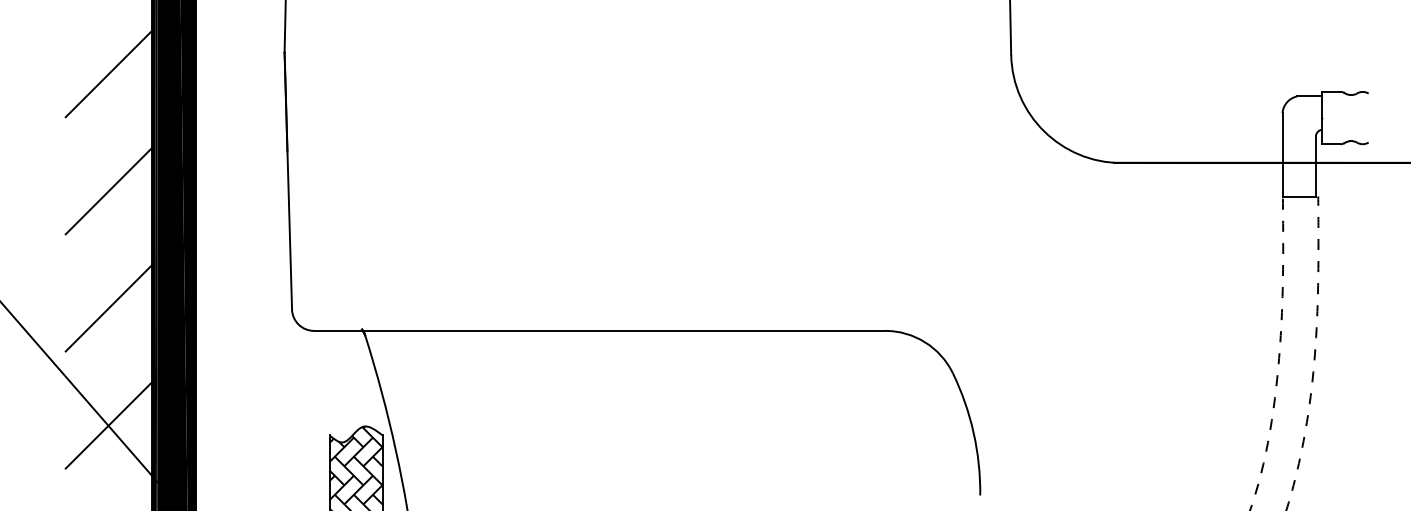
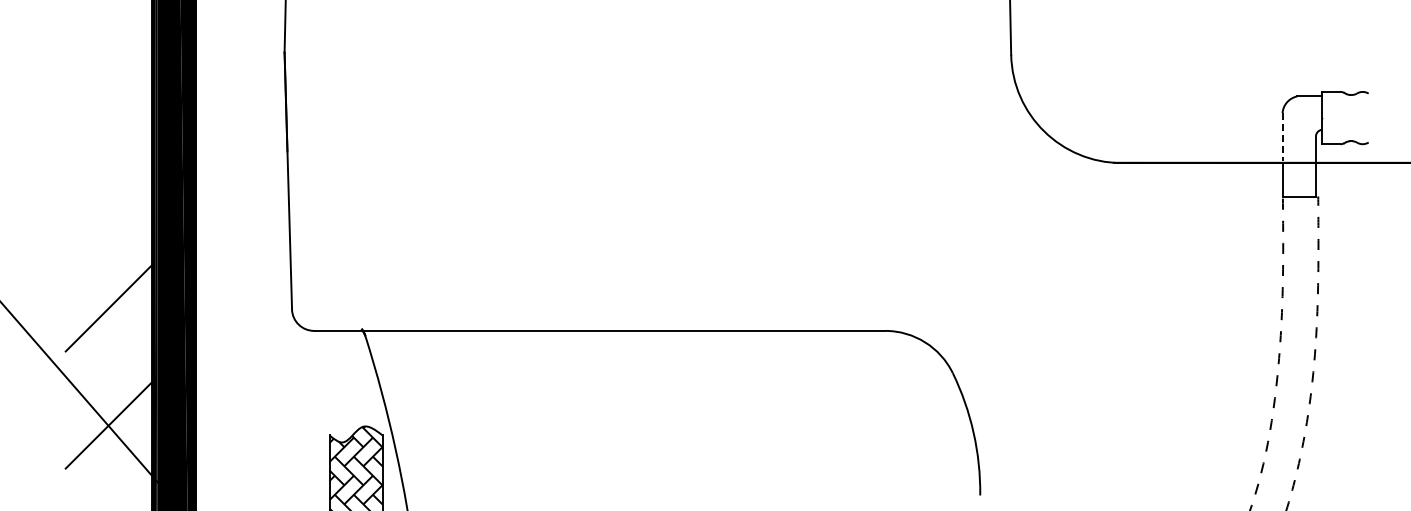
line at (108, 73): present -> none
line at (1282, 137): solid -> dashed
line at (108, 191): present -> none
